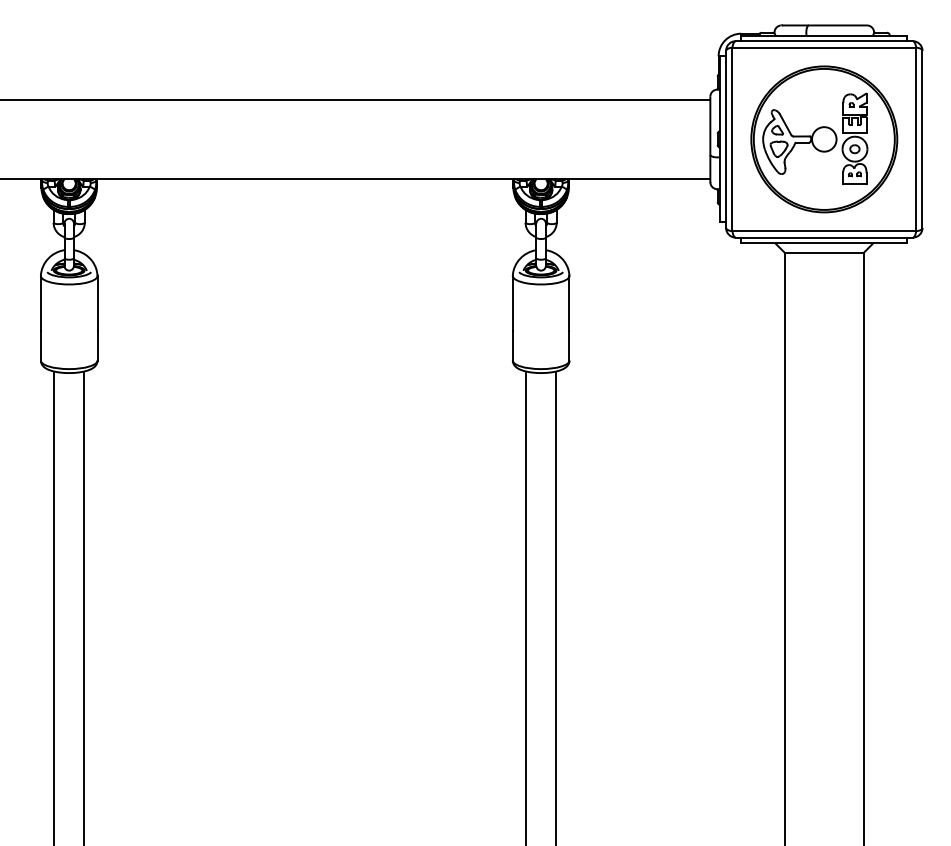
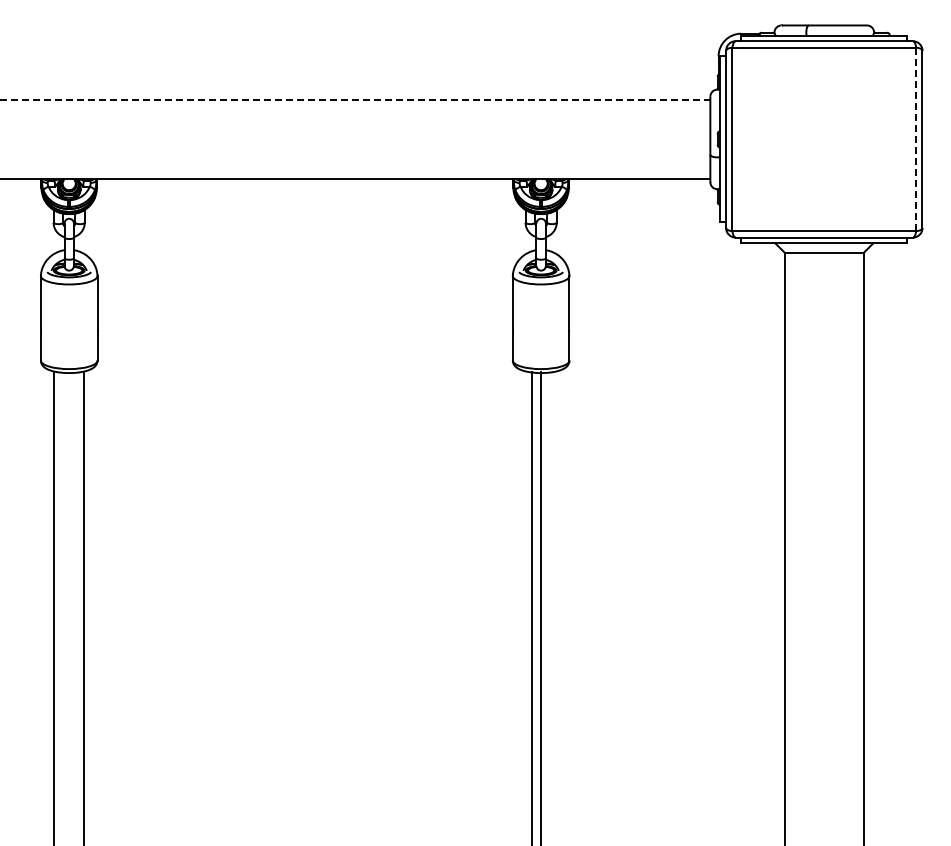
line at (355, 99): solid -> dashed
part at (824, 139): present -> none
line at (916, 139): solid -> dashed
line at (526, 606) position: (526, 606) -> (532, 606)
line at (556, 606) position: (556, 606) -> (541, 606)
